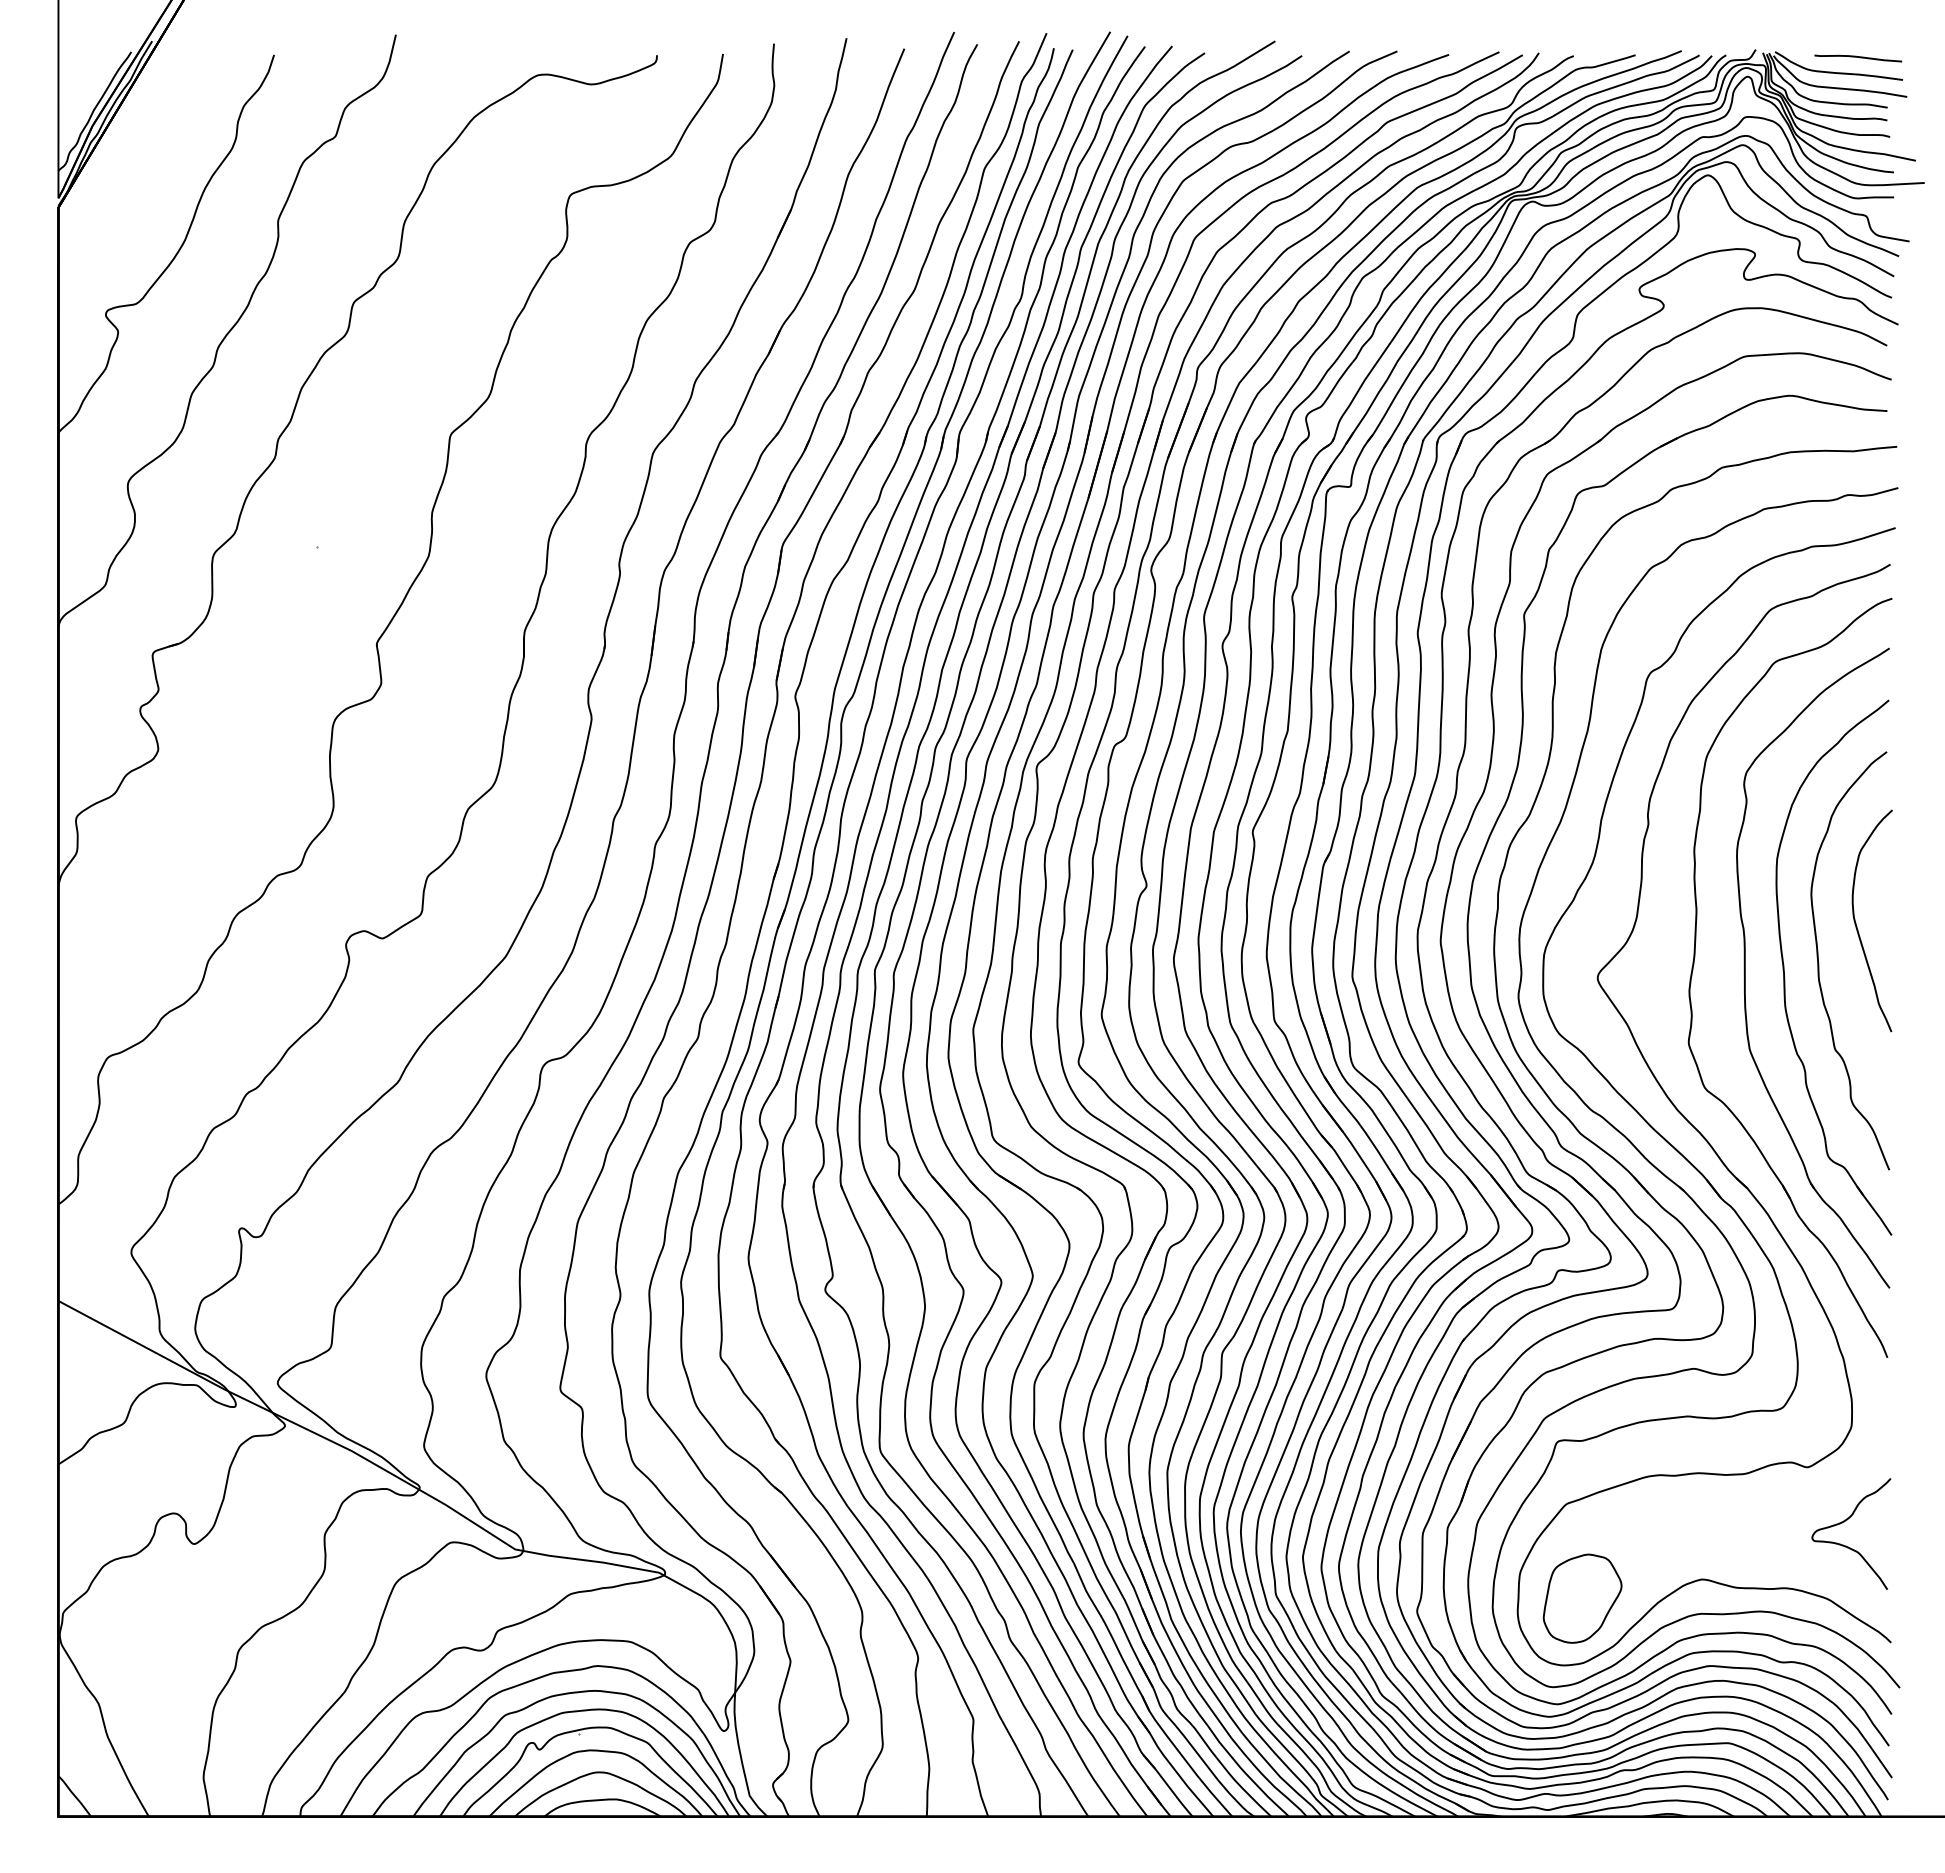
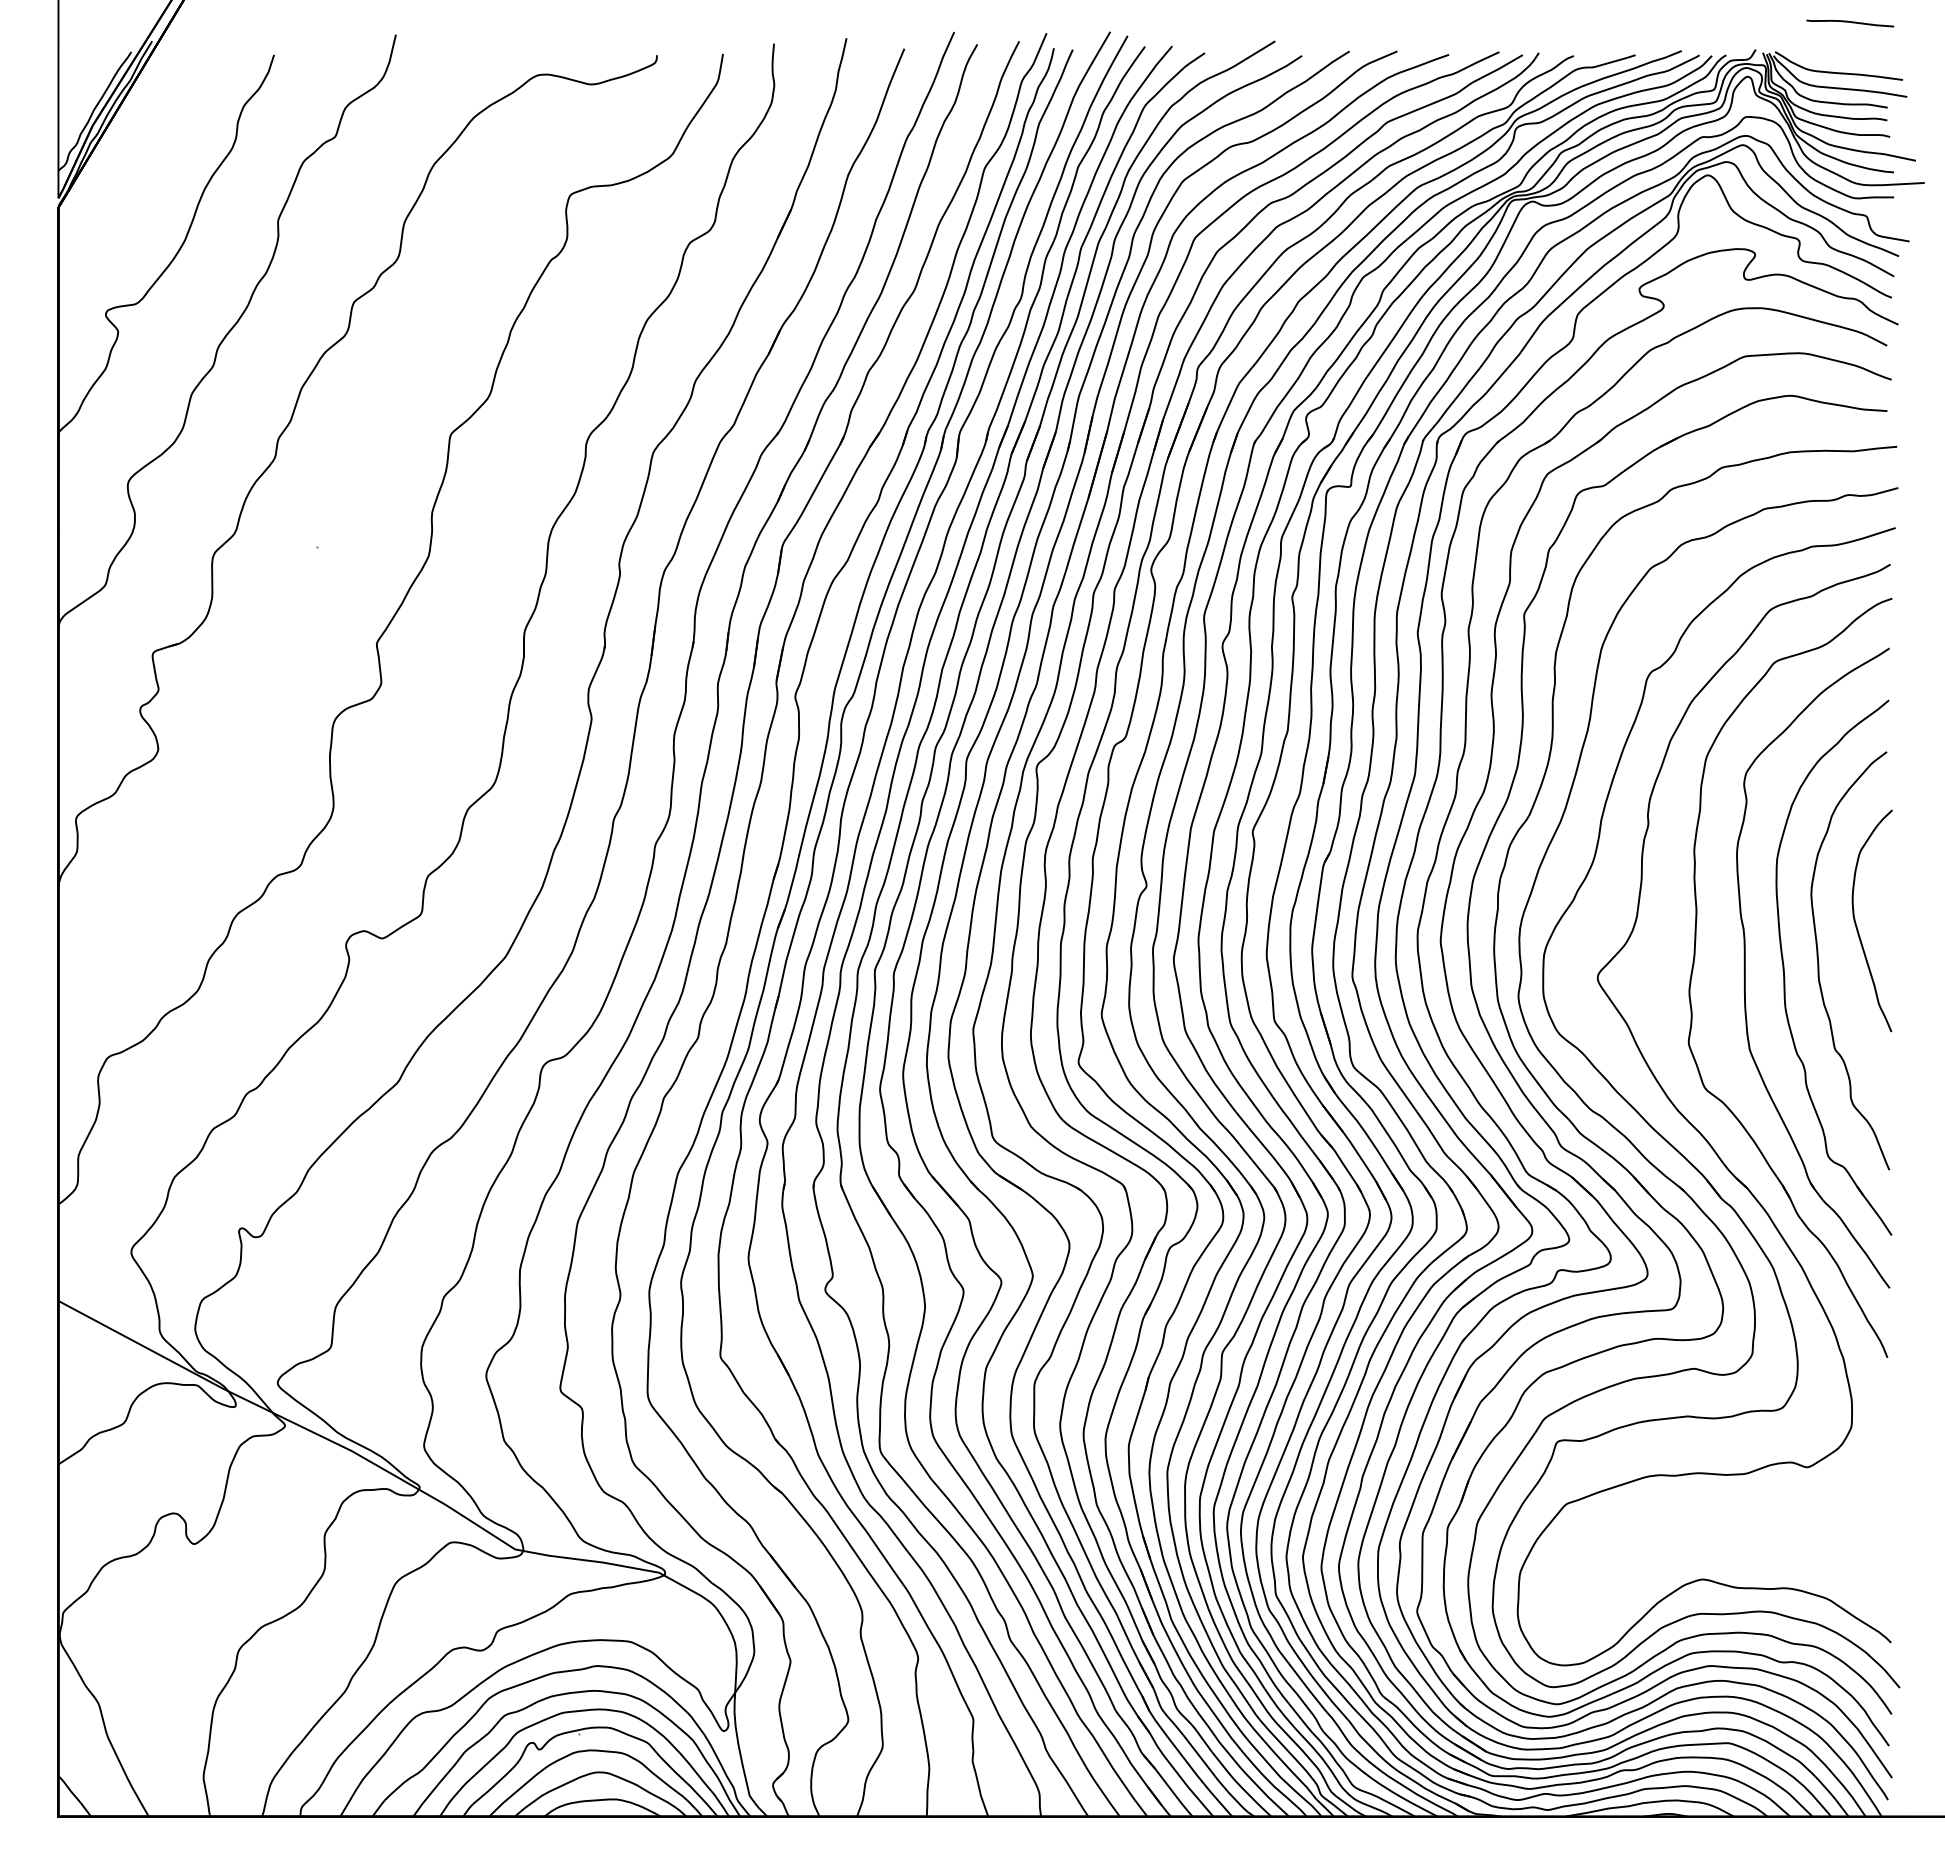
curve at (1858, 57) position: (1858, 57) -> (1850, 22)
curve at (1846, 1545): present -> none
part at (1582, 1598): present -> none
